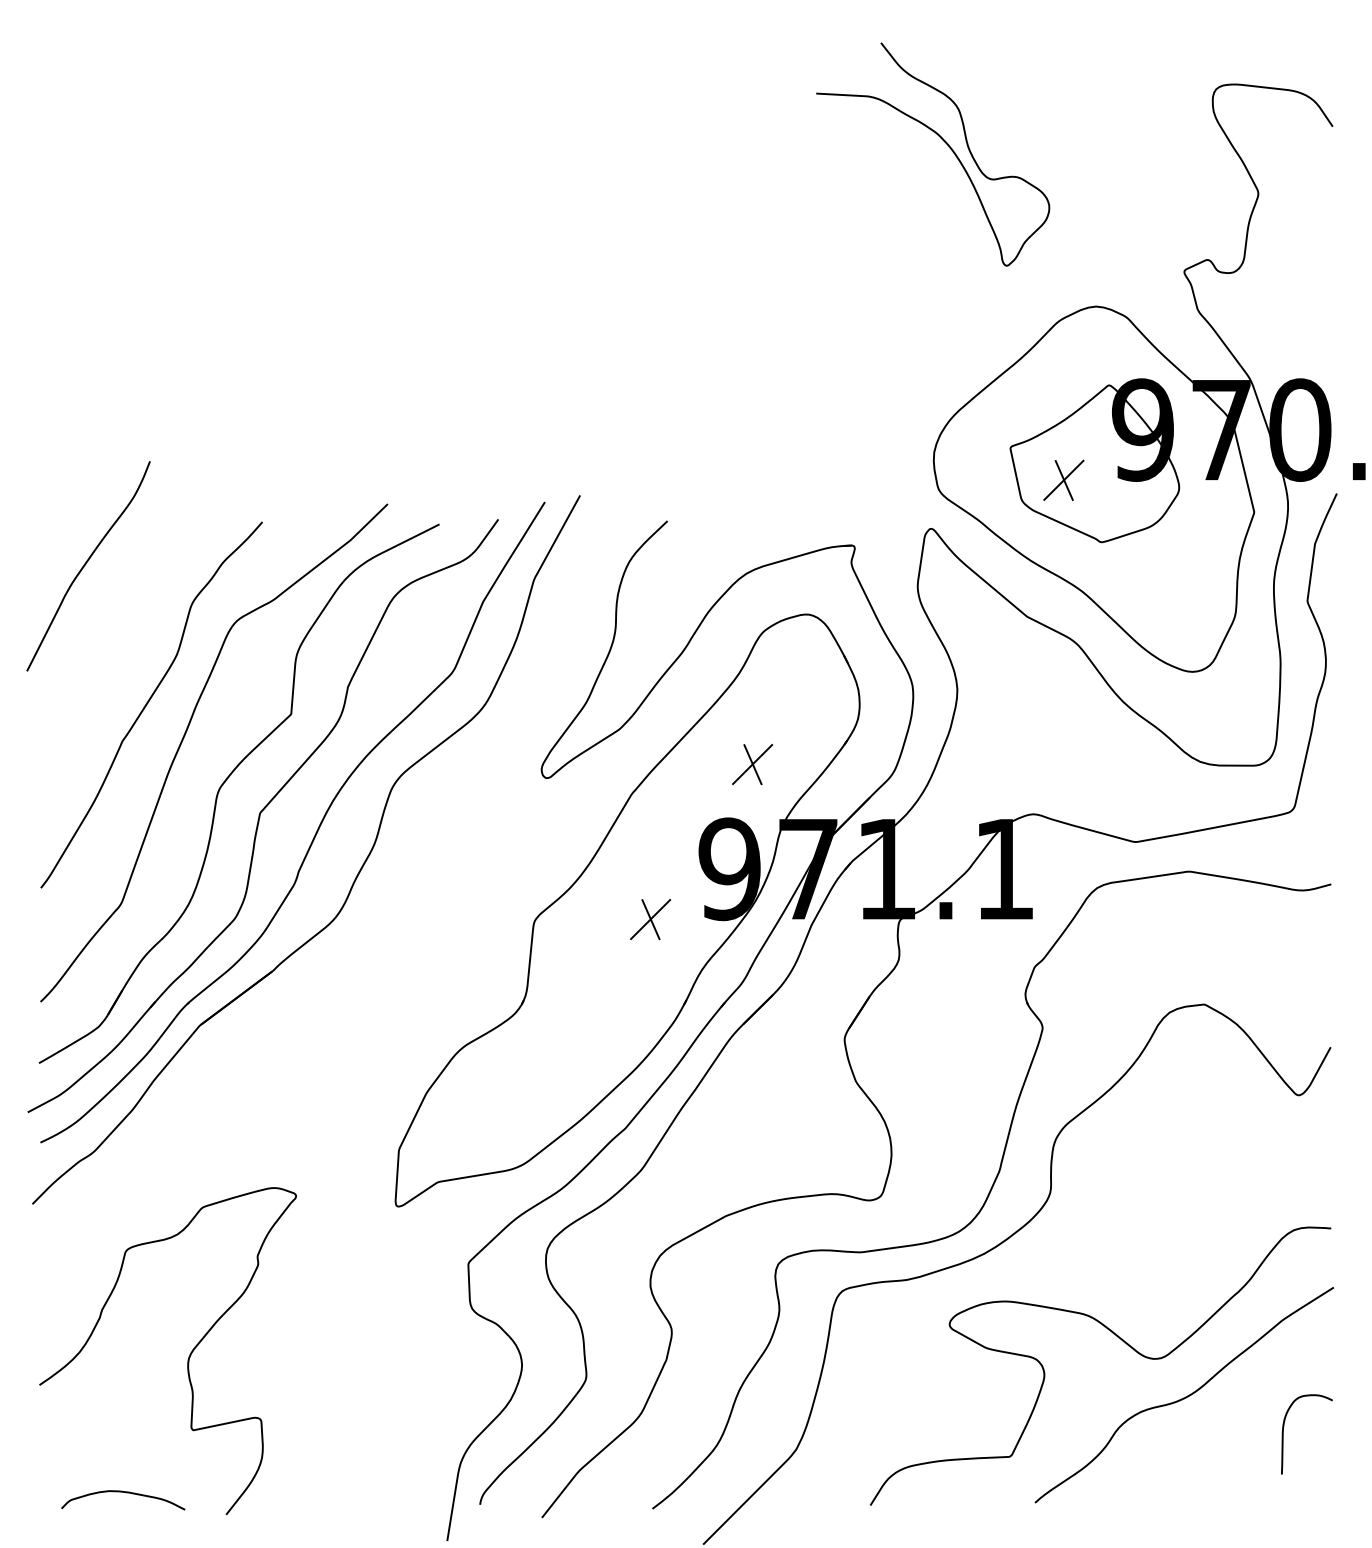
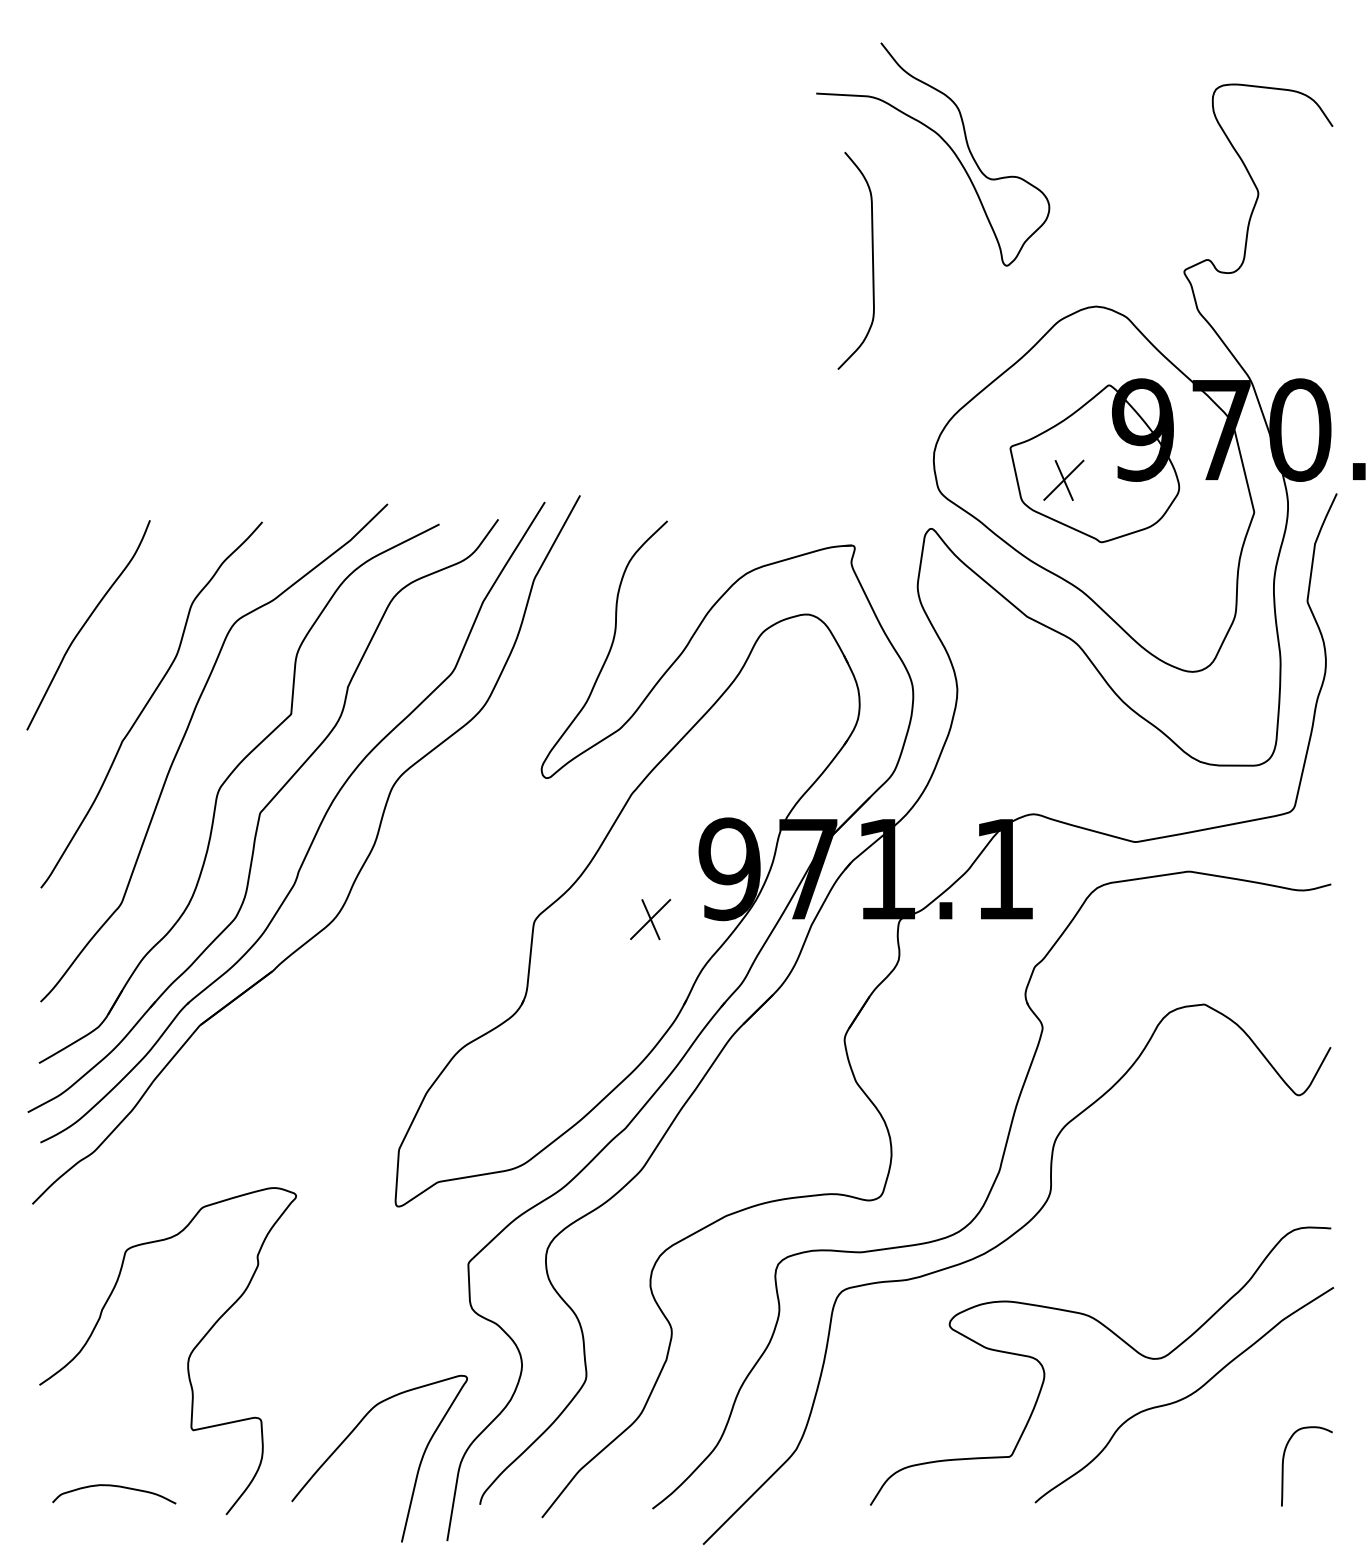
curve at (872, 260): none -> present
curve at (86, 564) position: (86, 564) -> (86, 623)
part at (752, 764): present -> none
curve at (1283, 1434) position: (1283, 1434) -> (1283, 1466)
curve at (350, 1435): none -> present
curve at (126, 1493) position: (126, 1493) -> (117, 1487)
